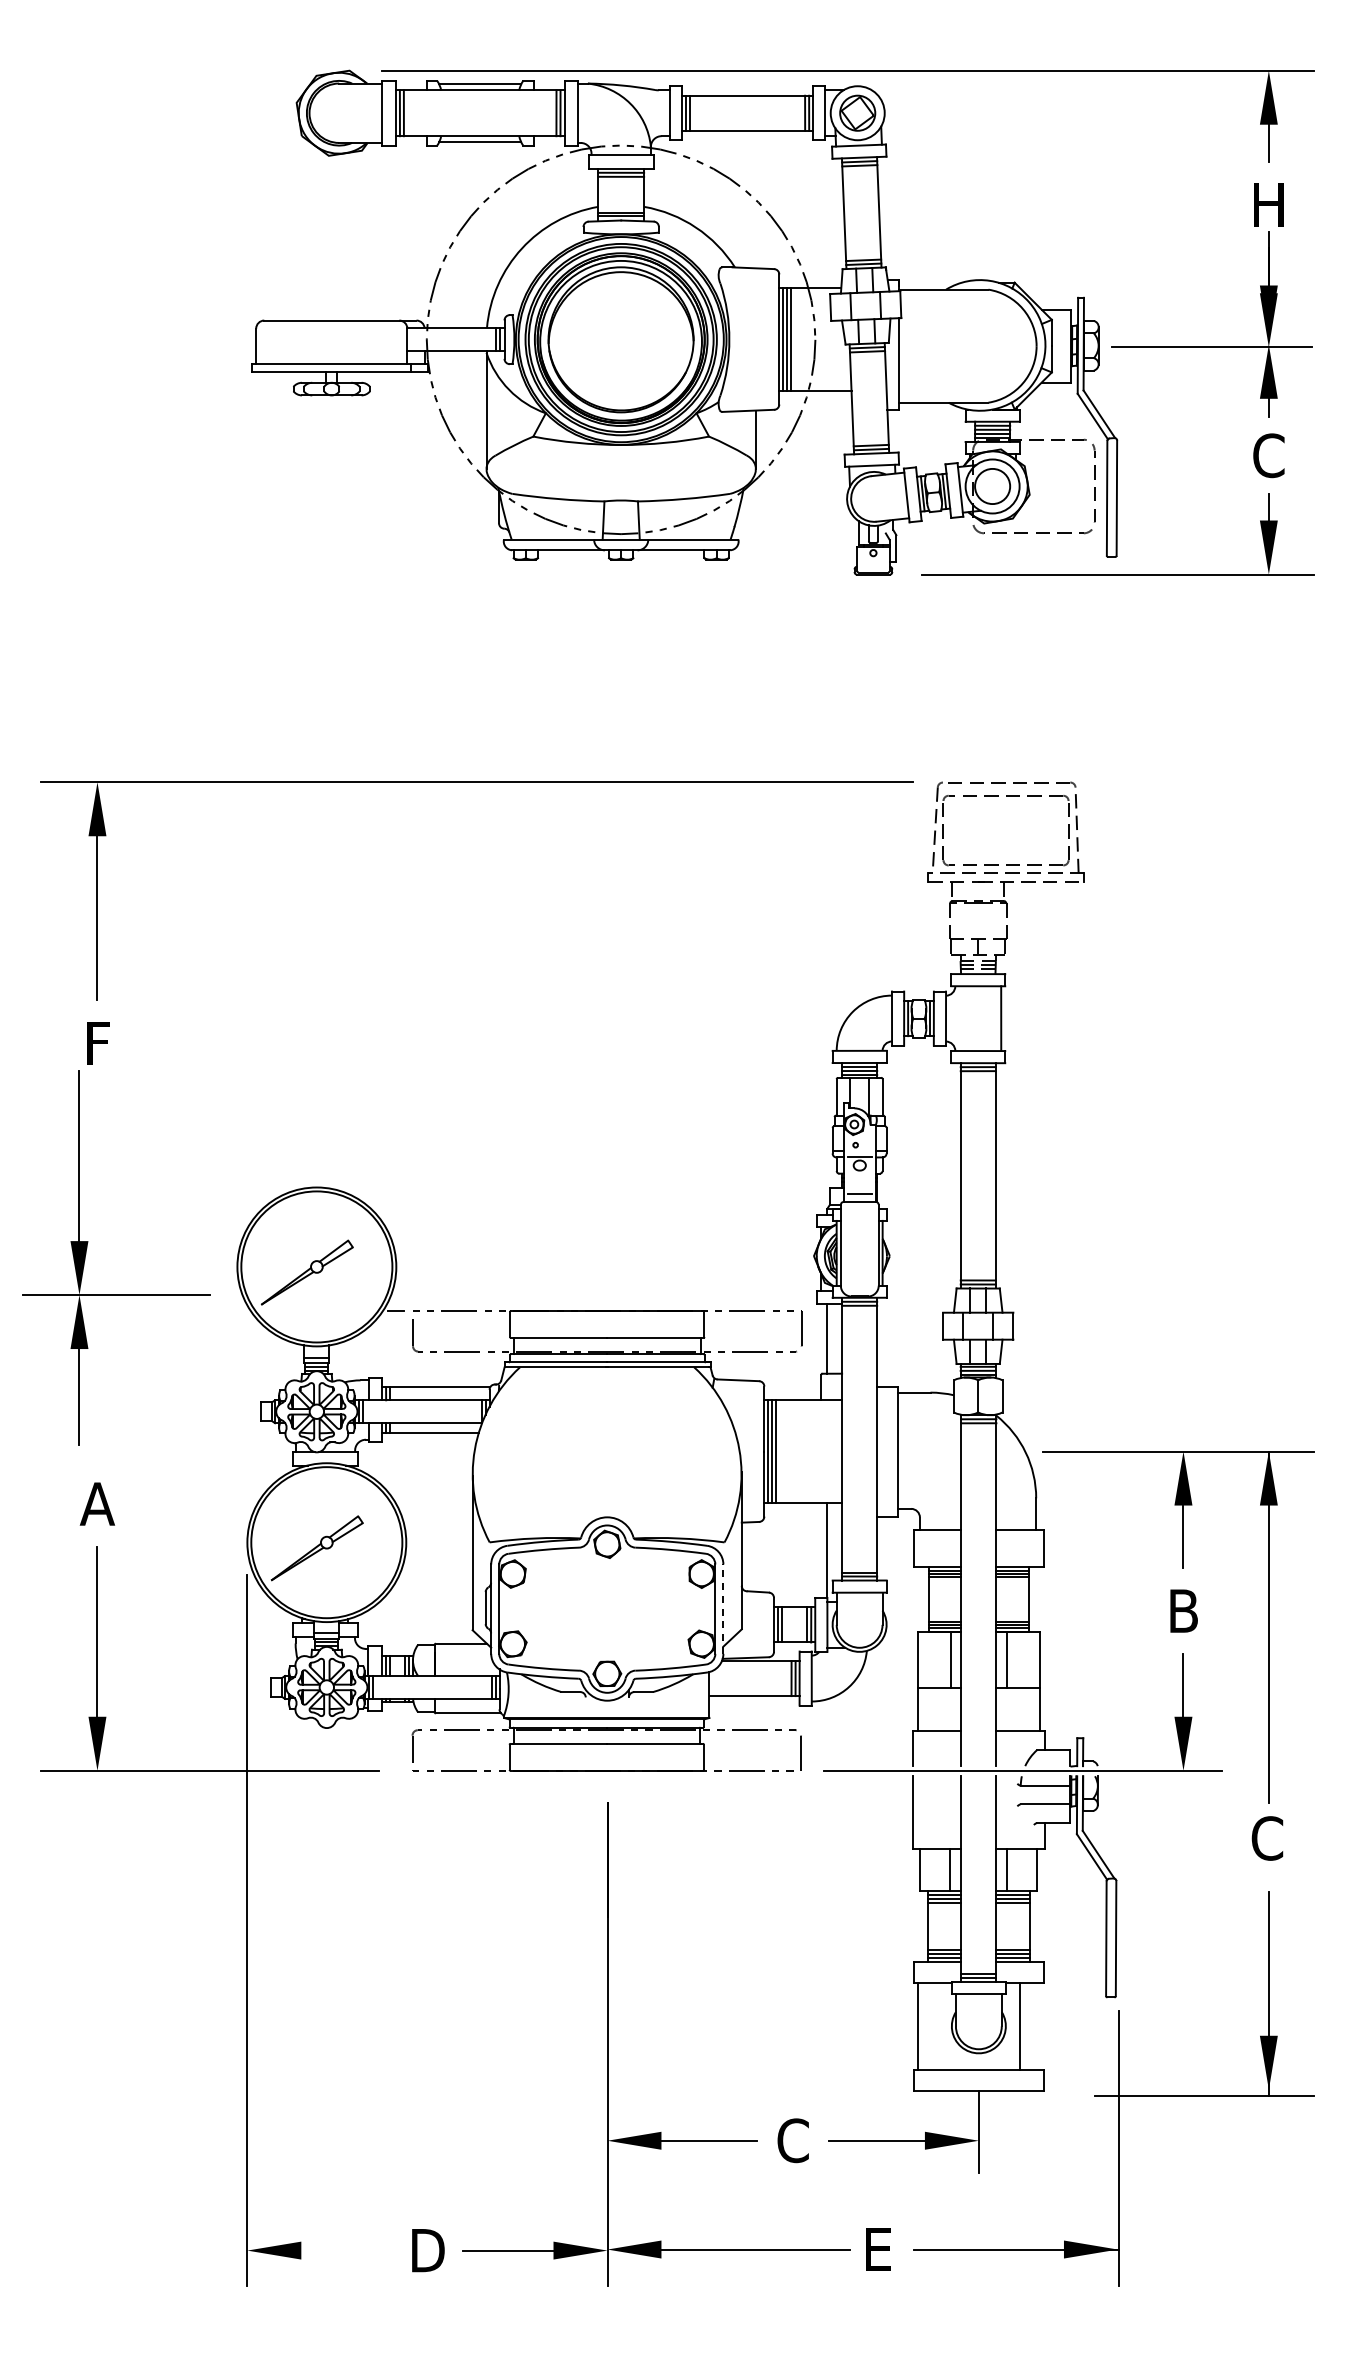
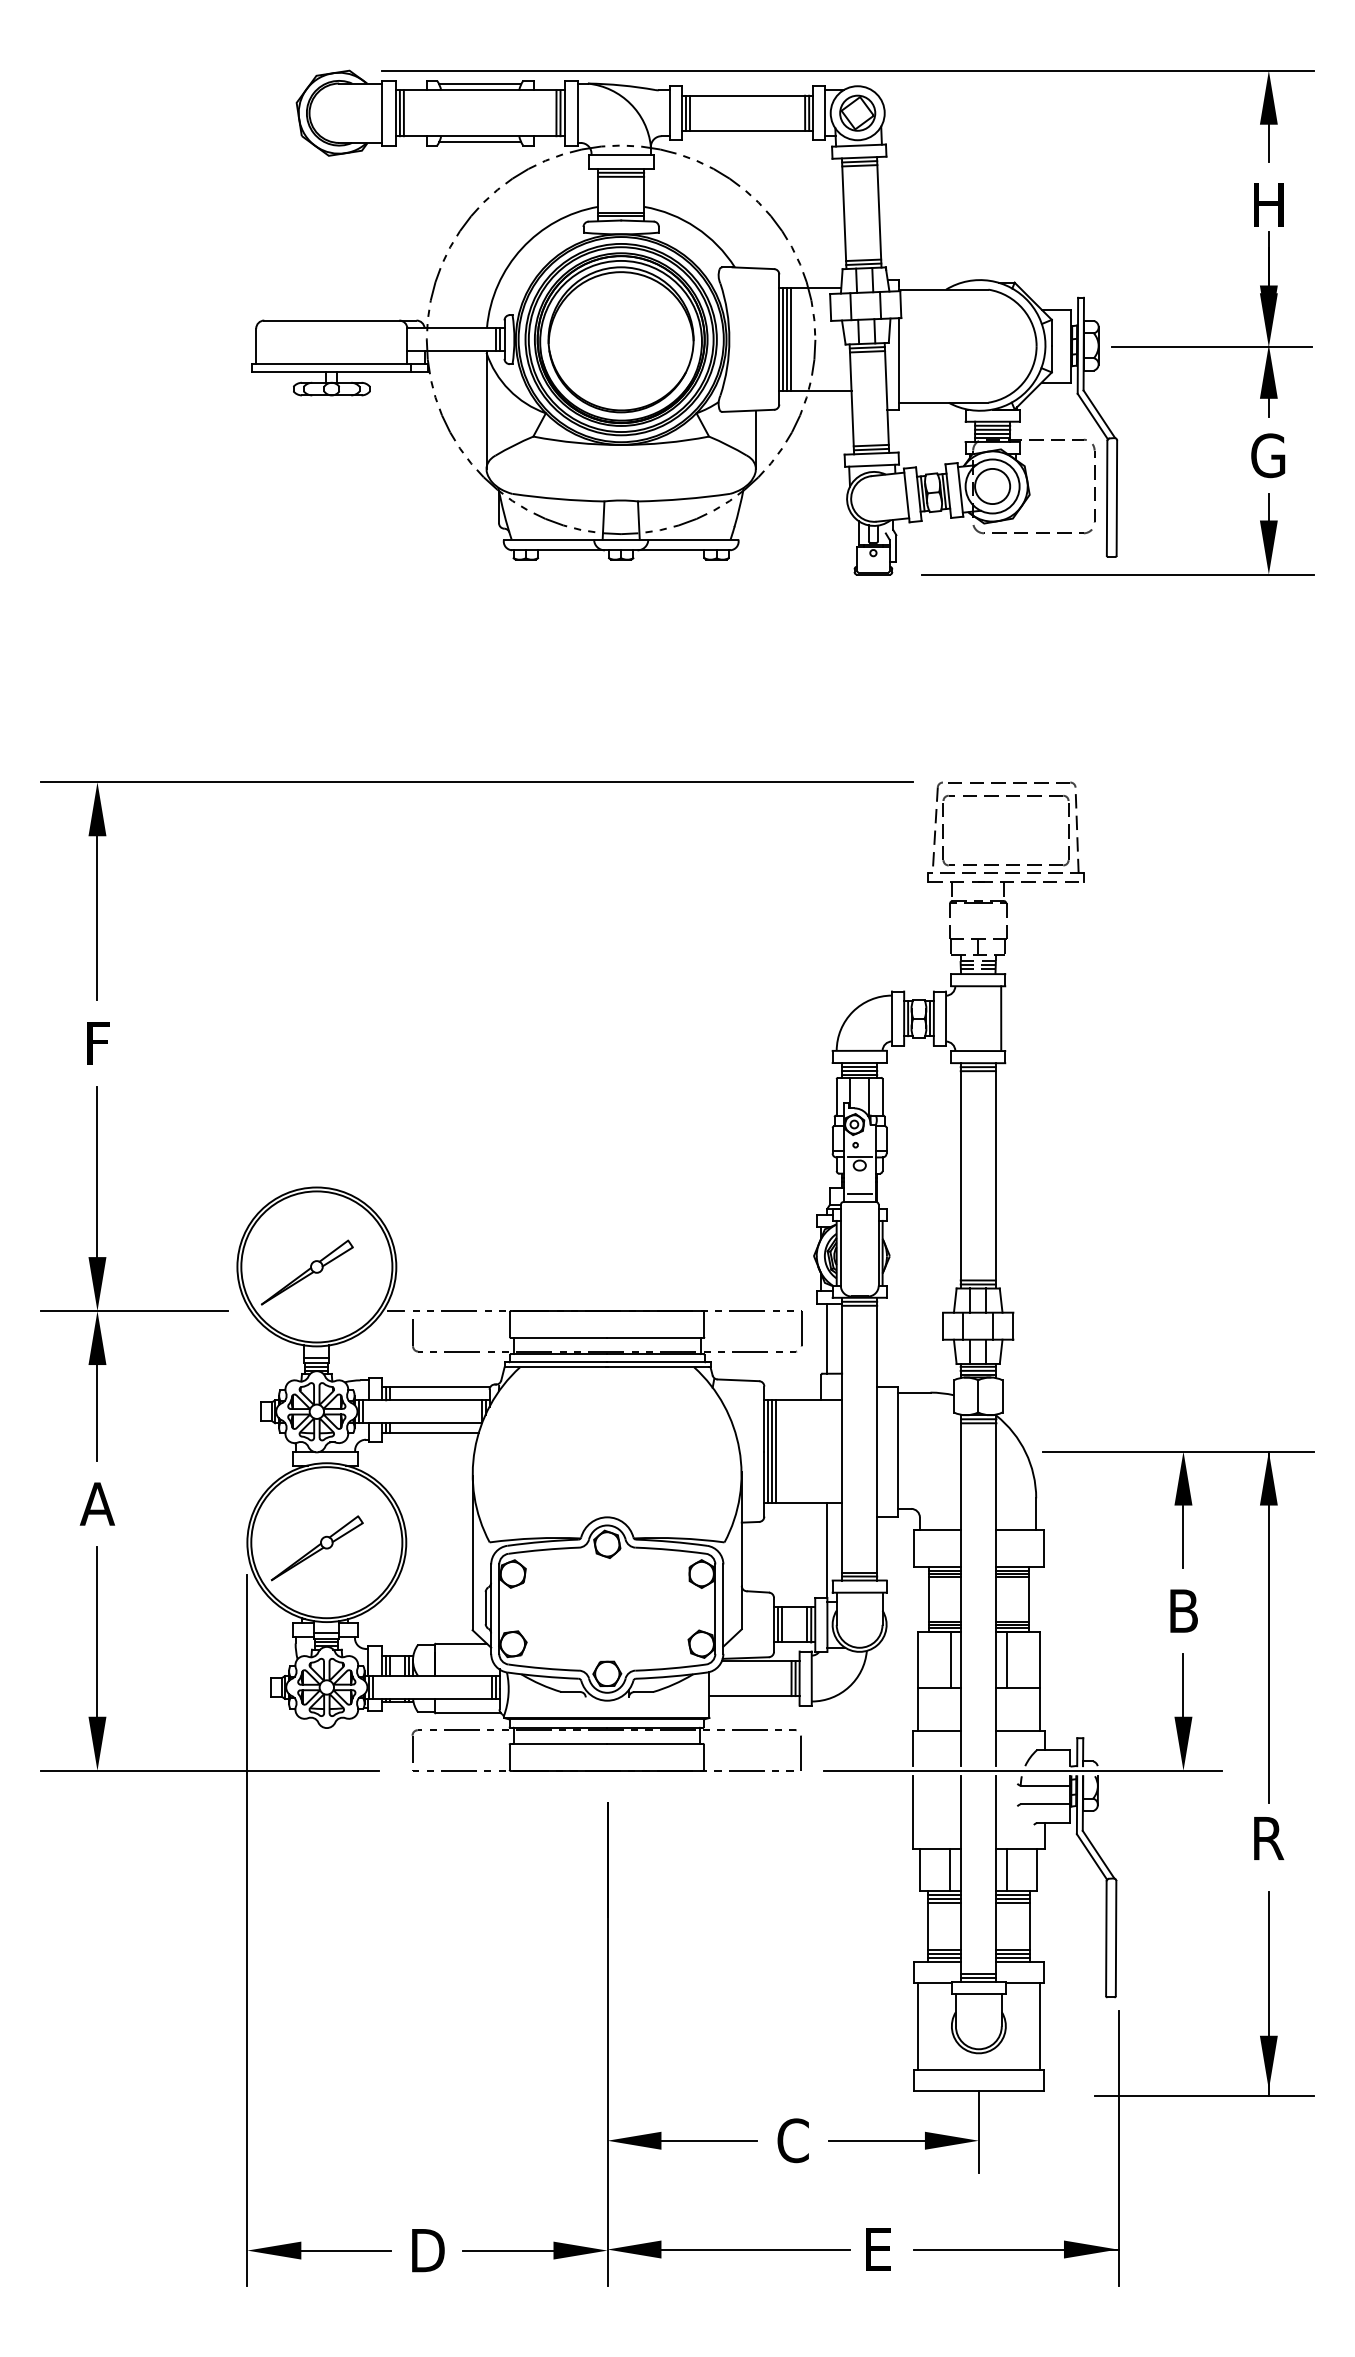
text at (1268, 455): C -> G
part at (86, 1254) position: (86, 1254) -> (104, 1270)
line at (723, 1609): dashed -> solid
text at (1267, 1838): C -> R
line at (1019, 2026) position: (1019, 2026) -> (1039, 2026)
line at (346, 2250): none -> present
